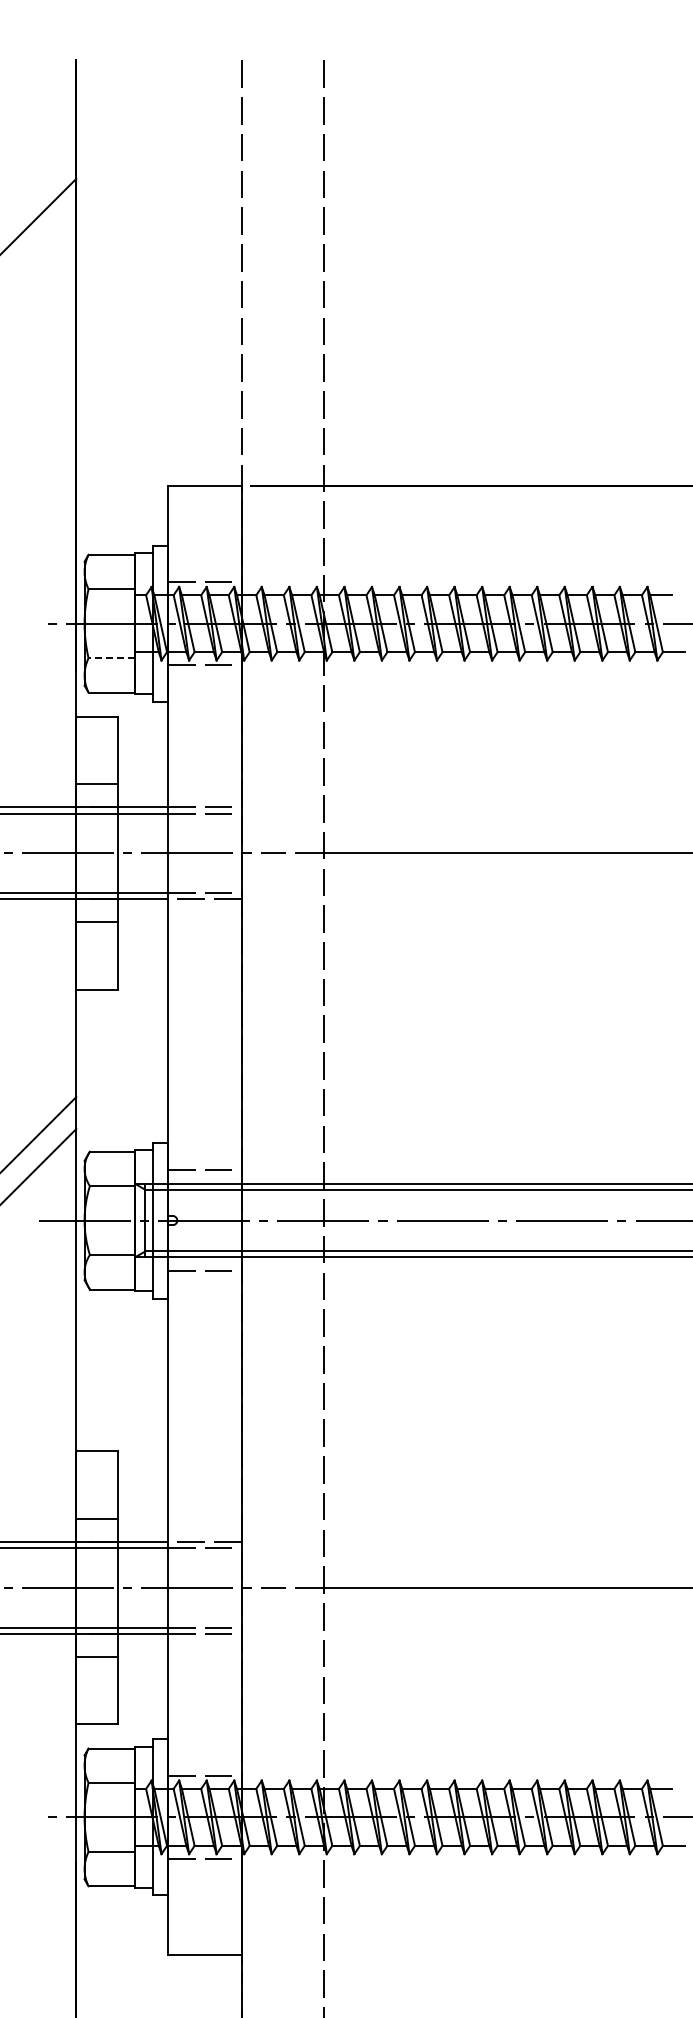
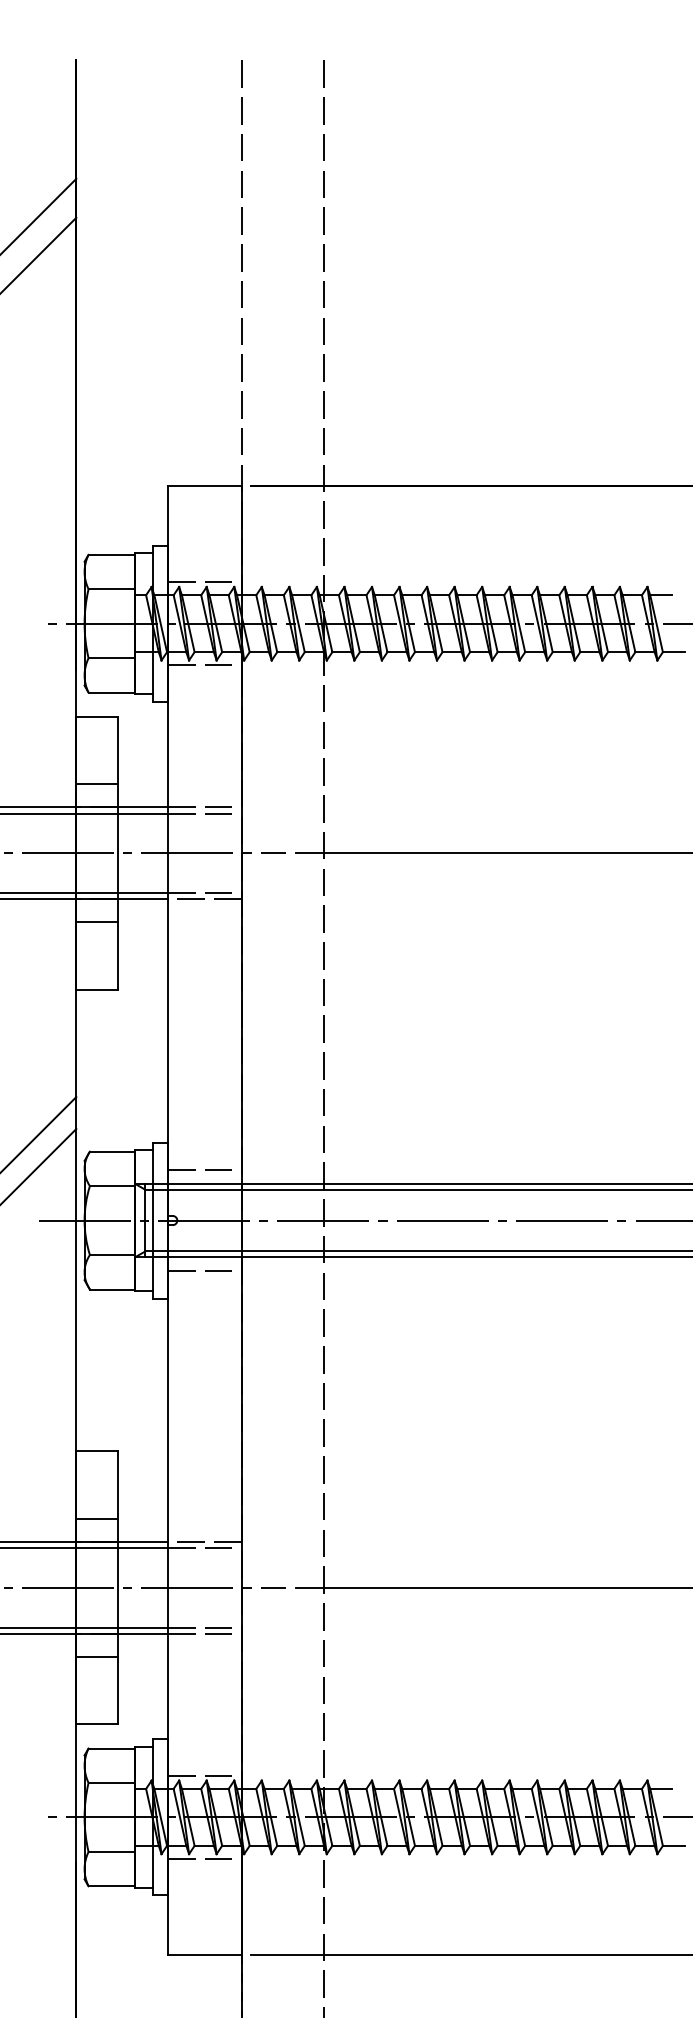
line at (39, 254): none -> present
line at (111, 658): dashed -> solid
line at (469, 1955): none -> present
